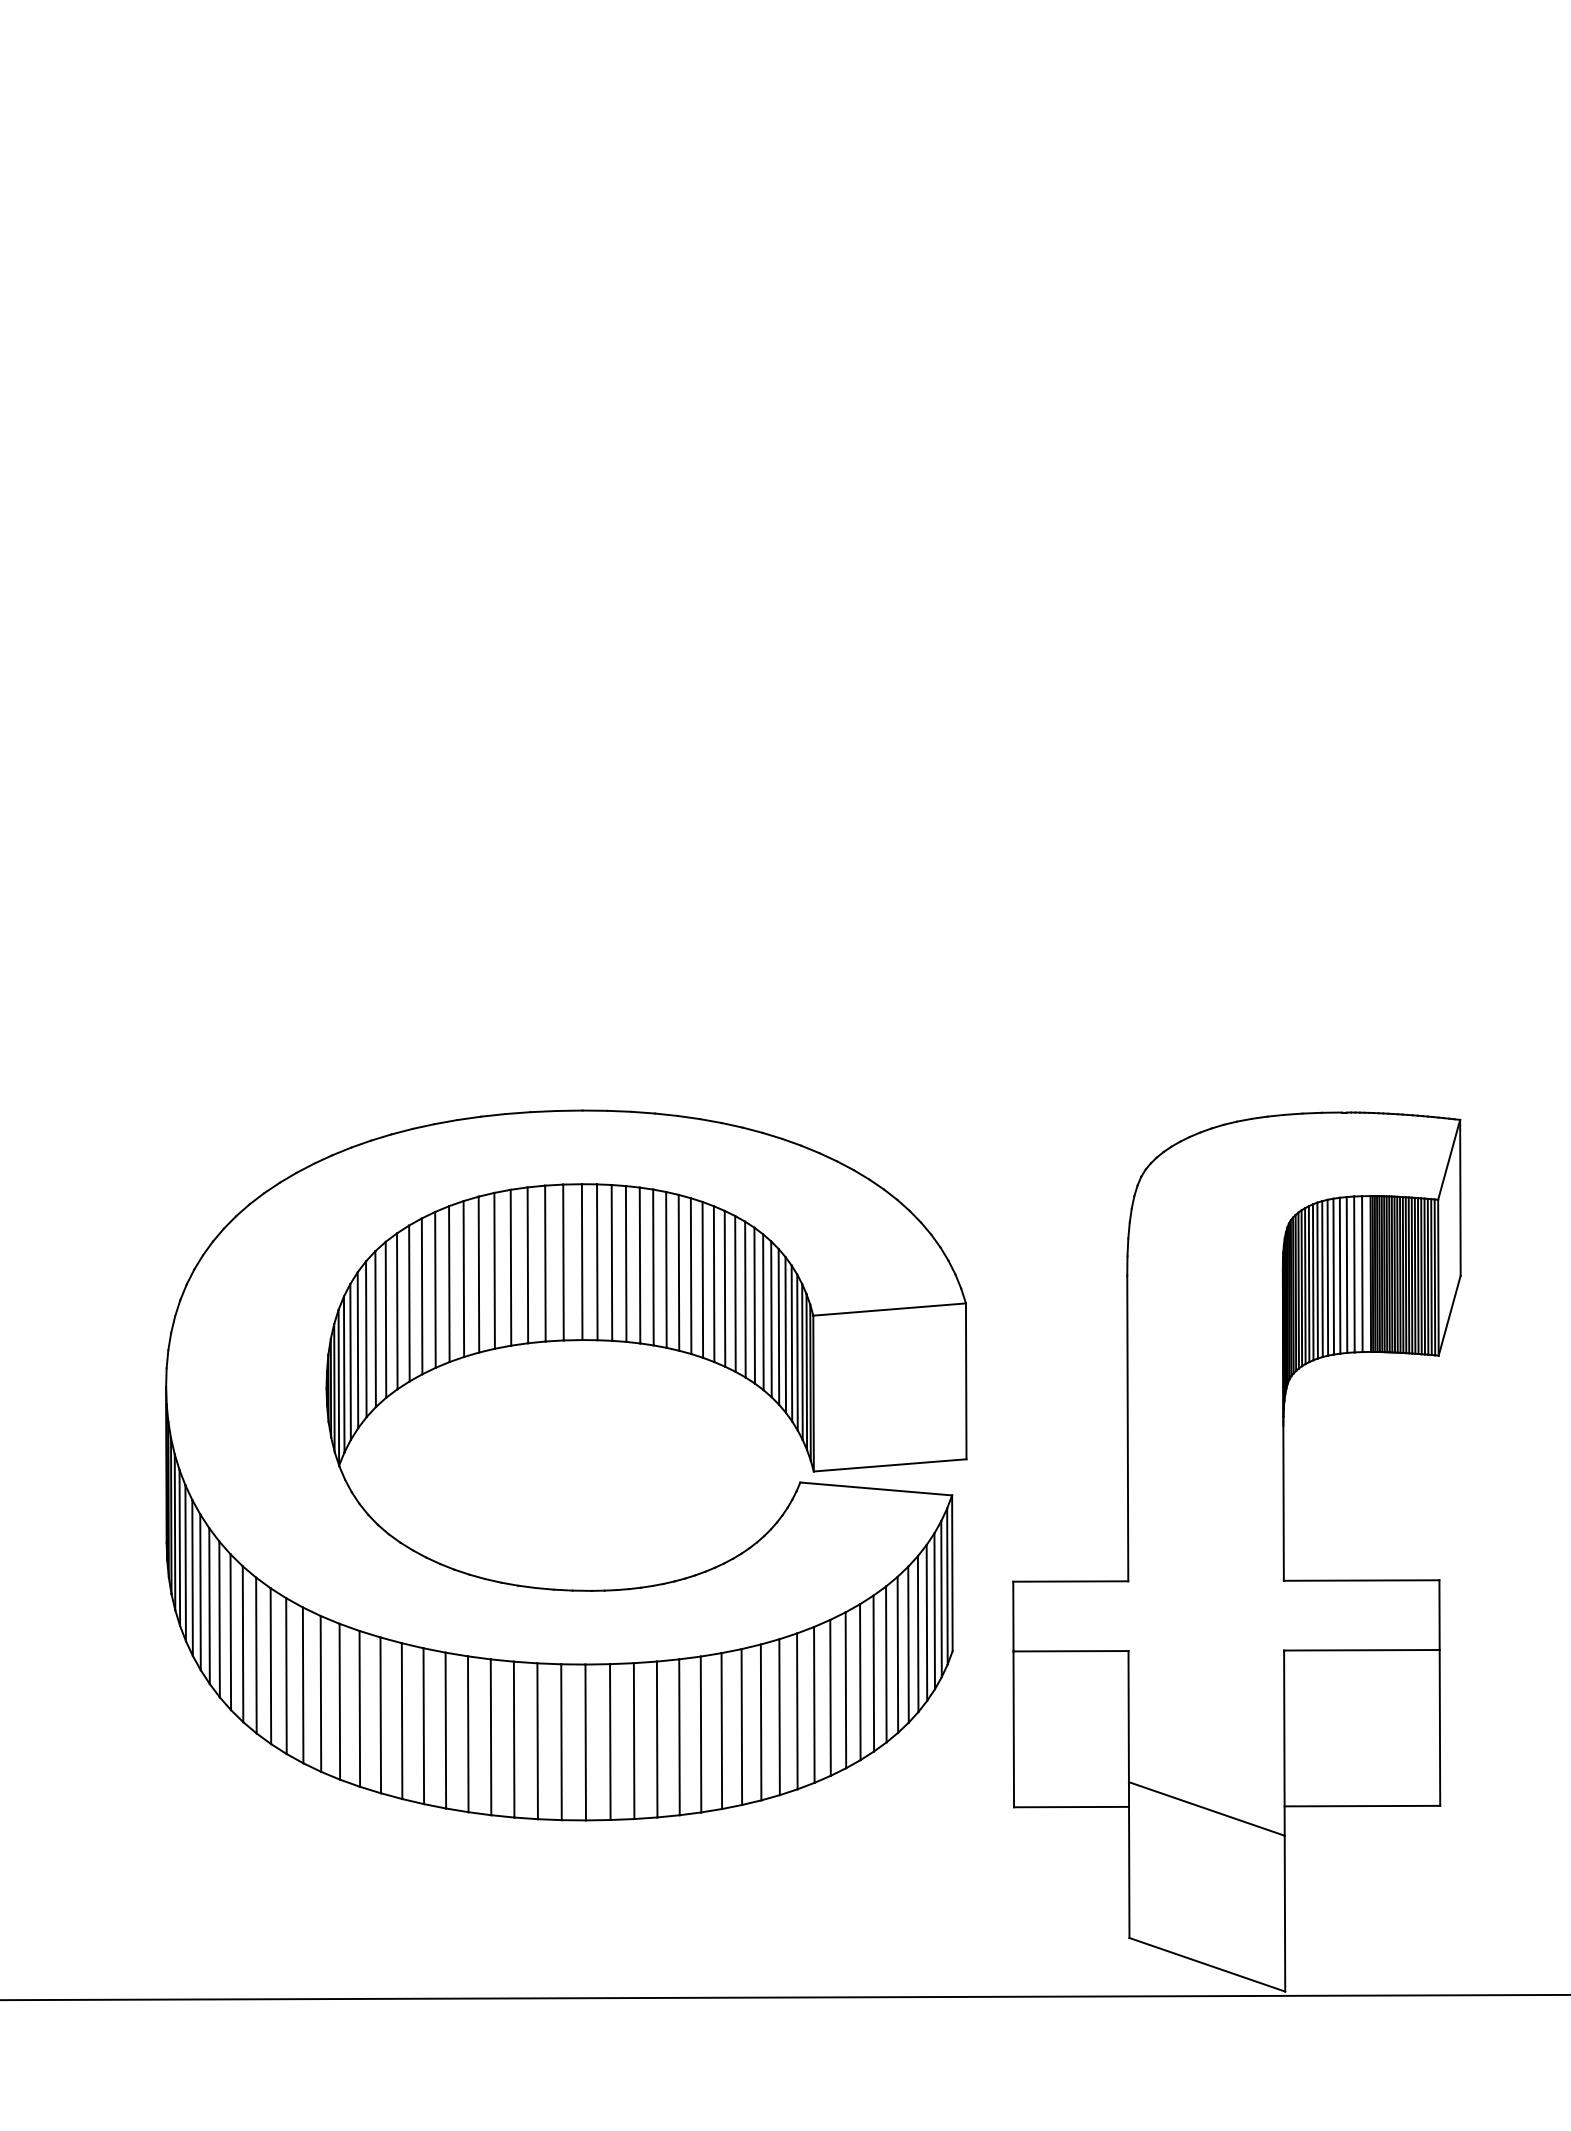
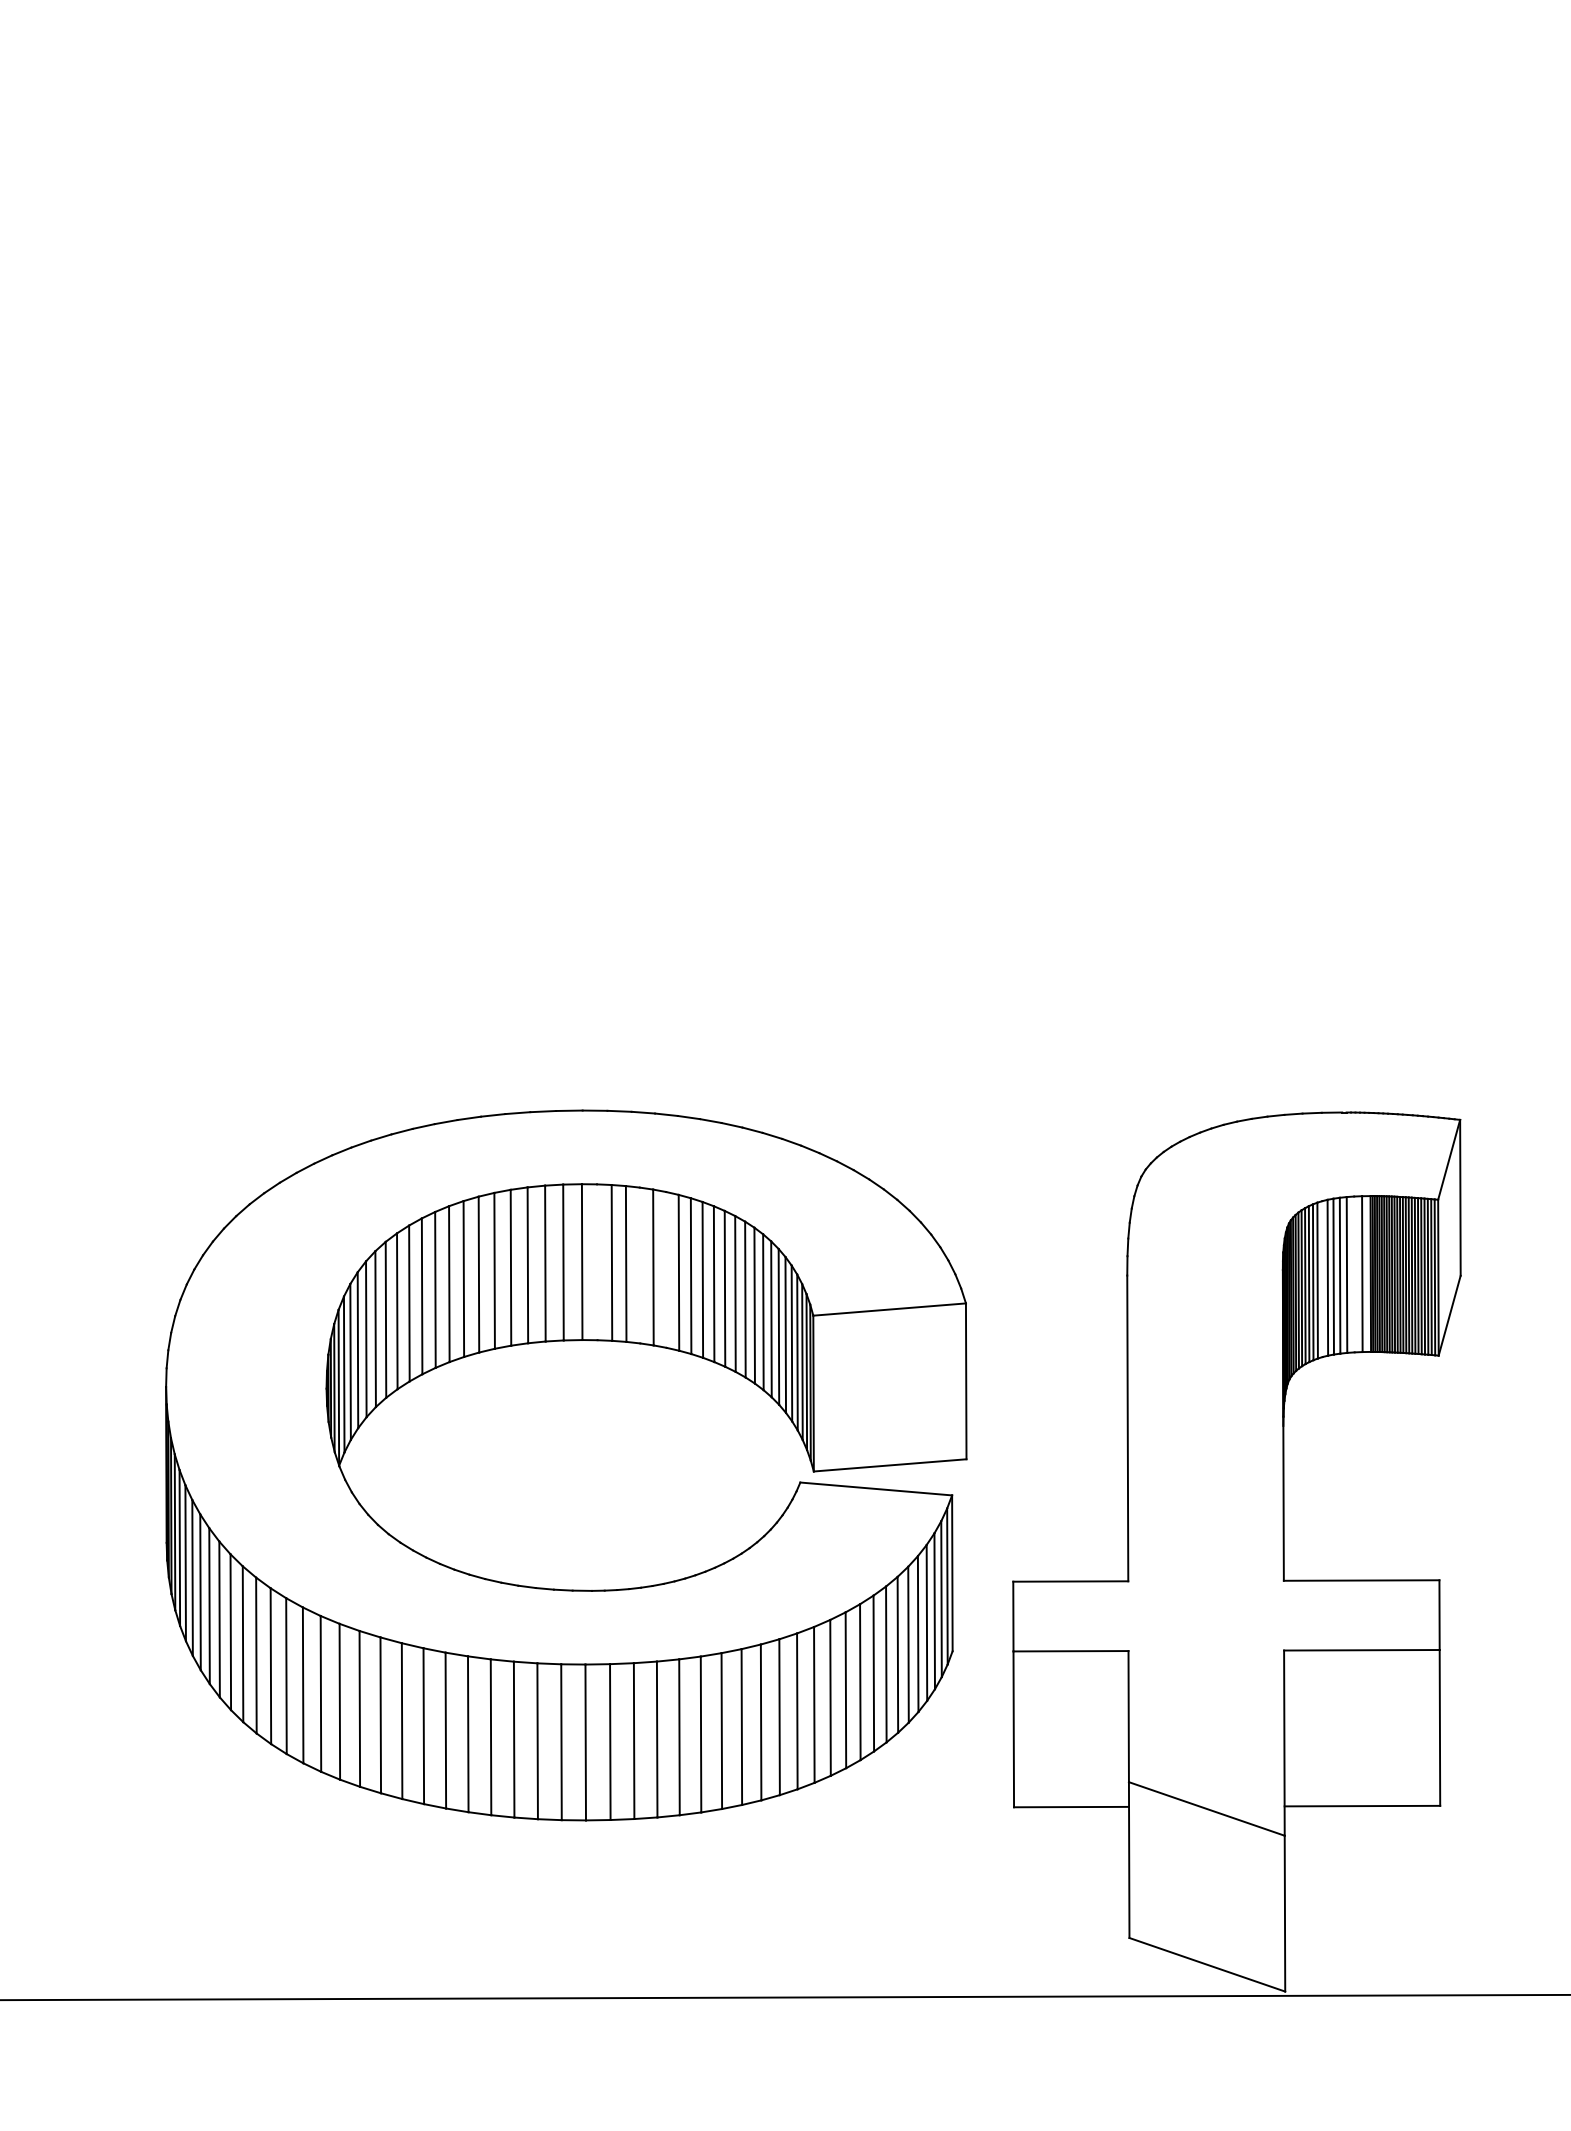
line at (597, 1262): present -> none
line at (639, 1265): present -> none
line at (666, 1269): present -> none
line at (1354, 1274): present -> none
line at (1322, 1279): present -> none
